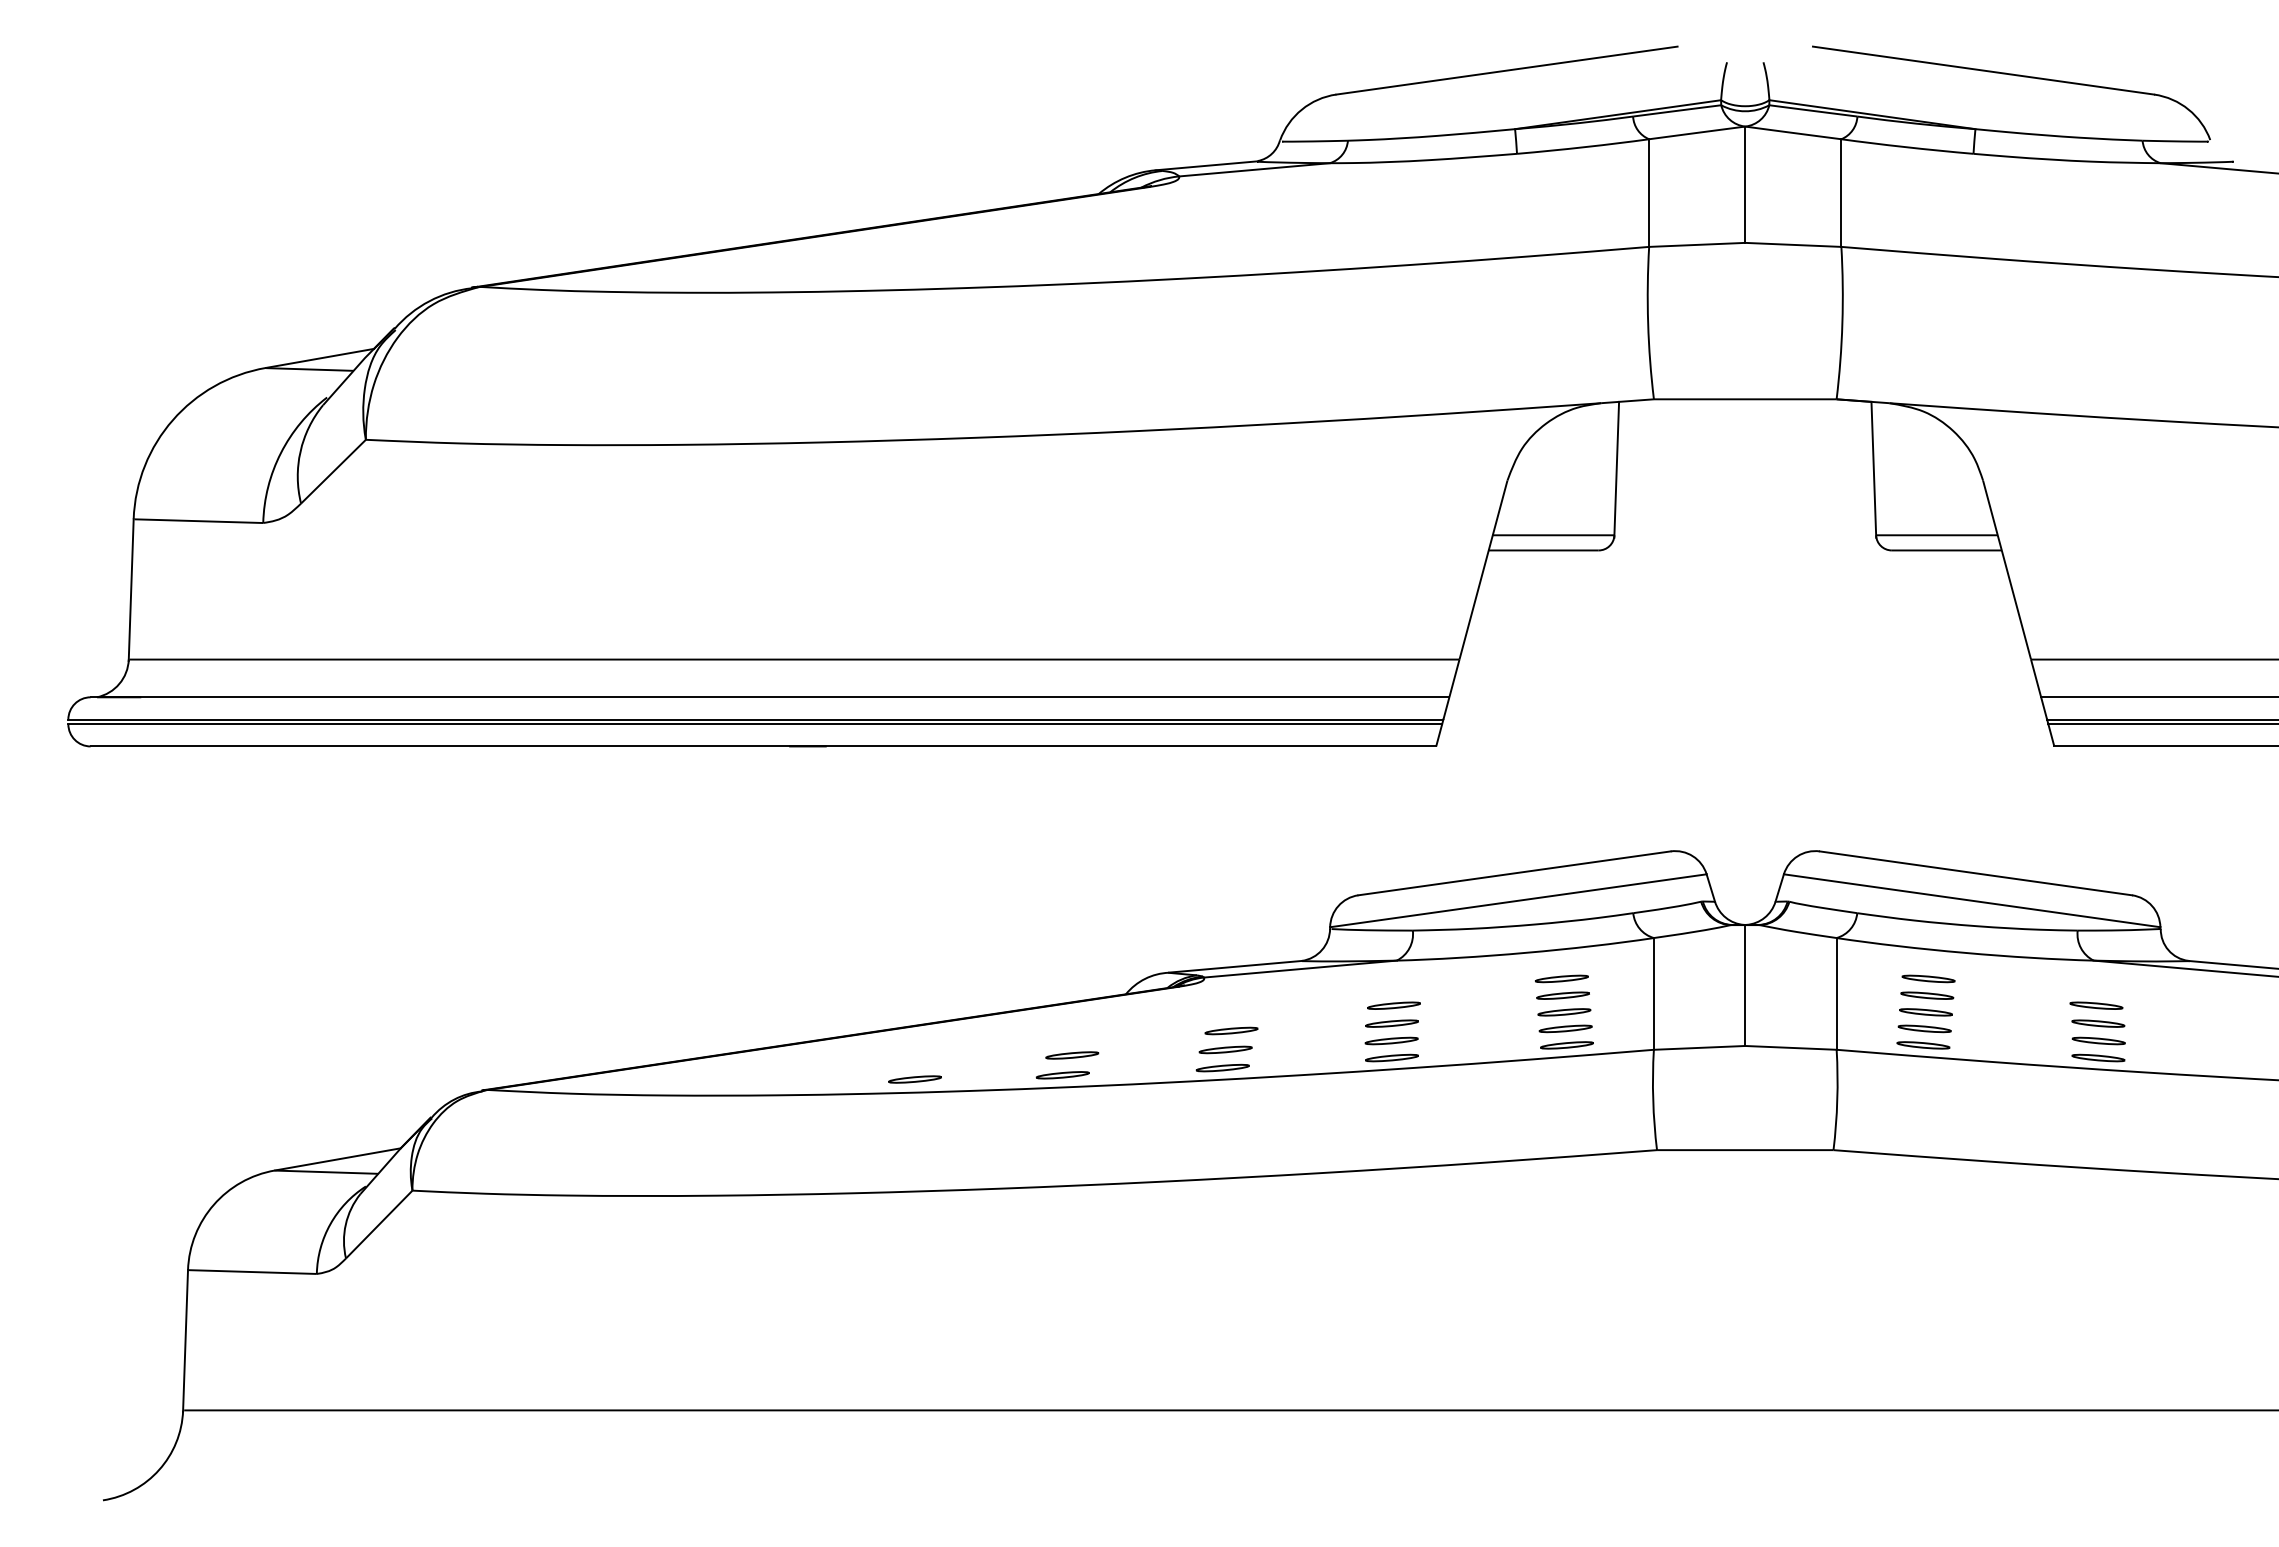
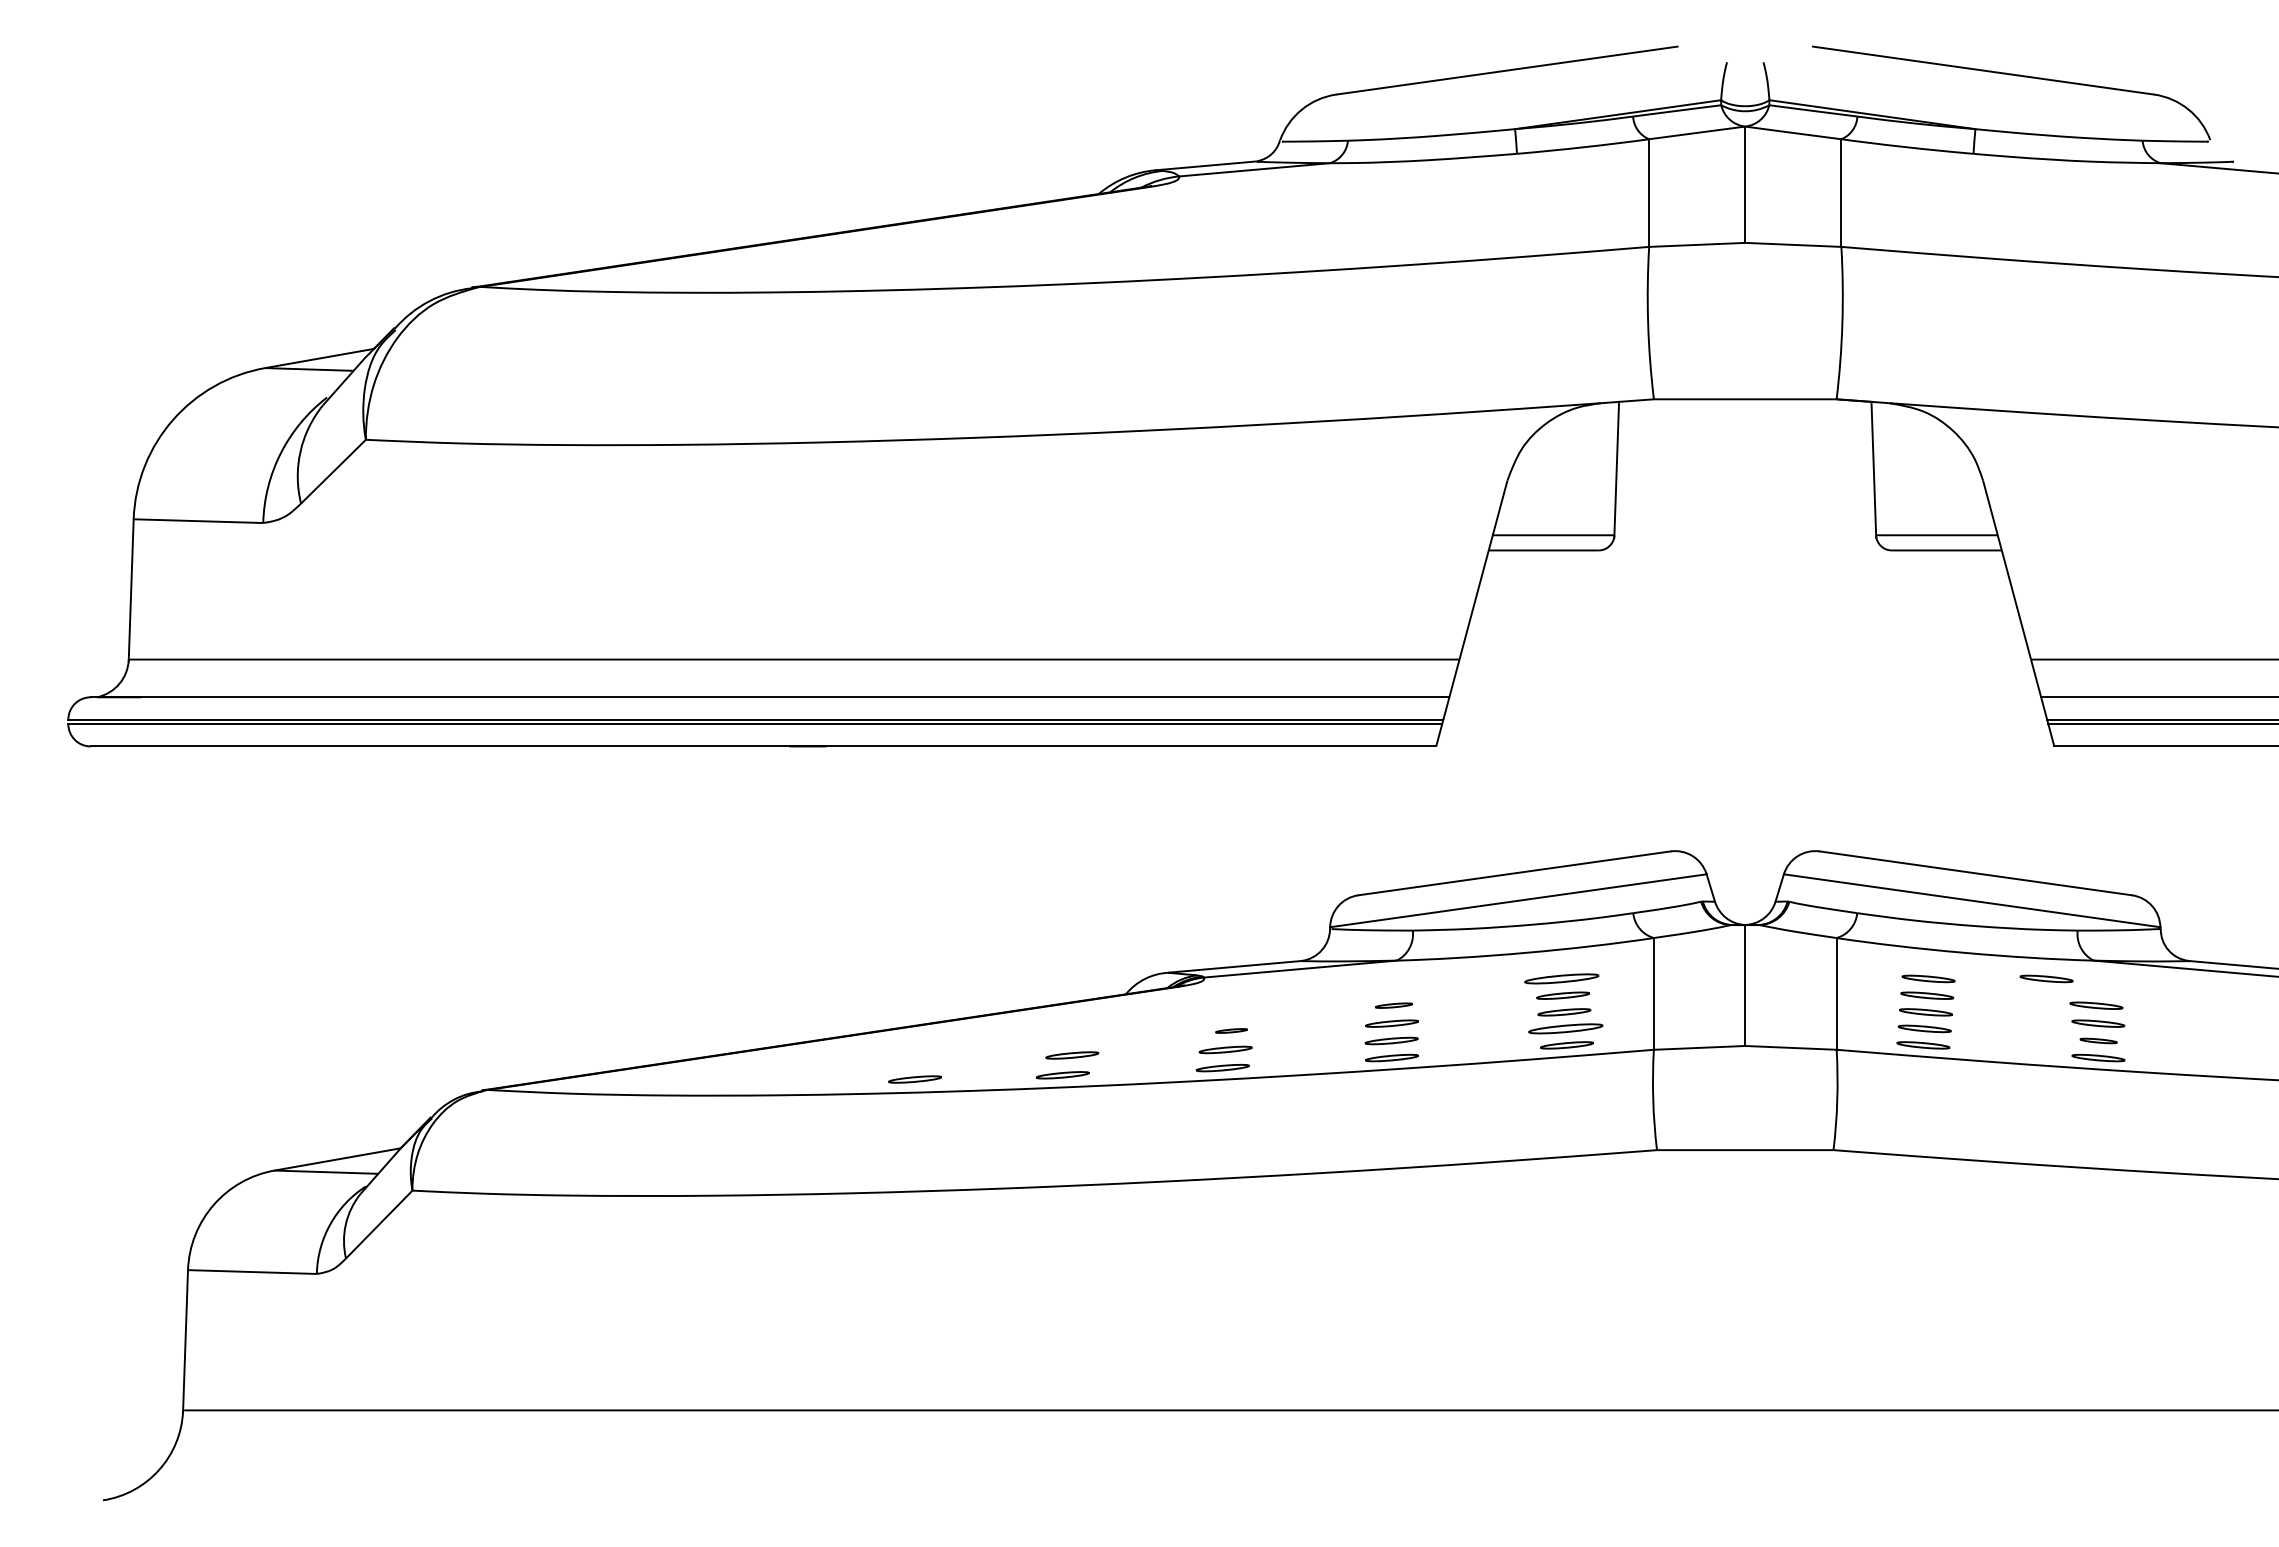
part at (1561, 978) size: 54x10 px -> 76x12 px
part at (2046, 978): none -> present
part at (1393, 1005) size: 54x9 px -> 38x7 px
part at (1565, 1028) size: 55x10 px -> 76x12 px
part at (1231, 1030) size: 55x10 px -> 33x6 px
part at (2098, 1040) size: 55x10 px -> 39x8 px
